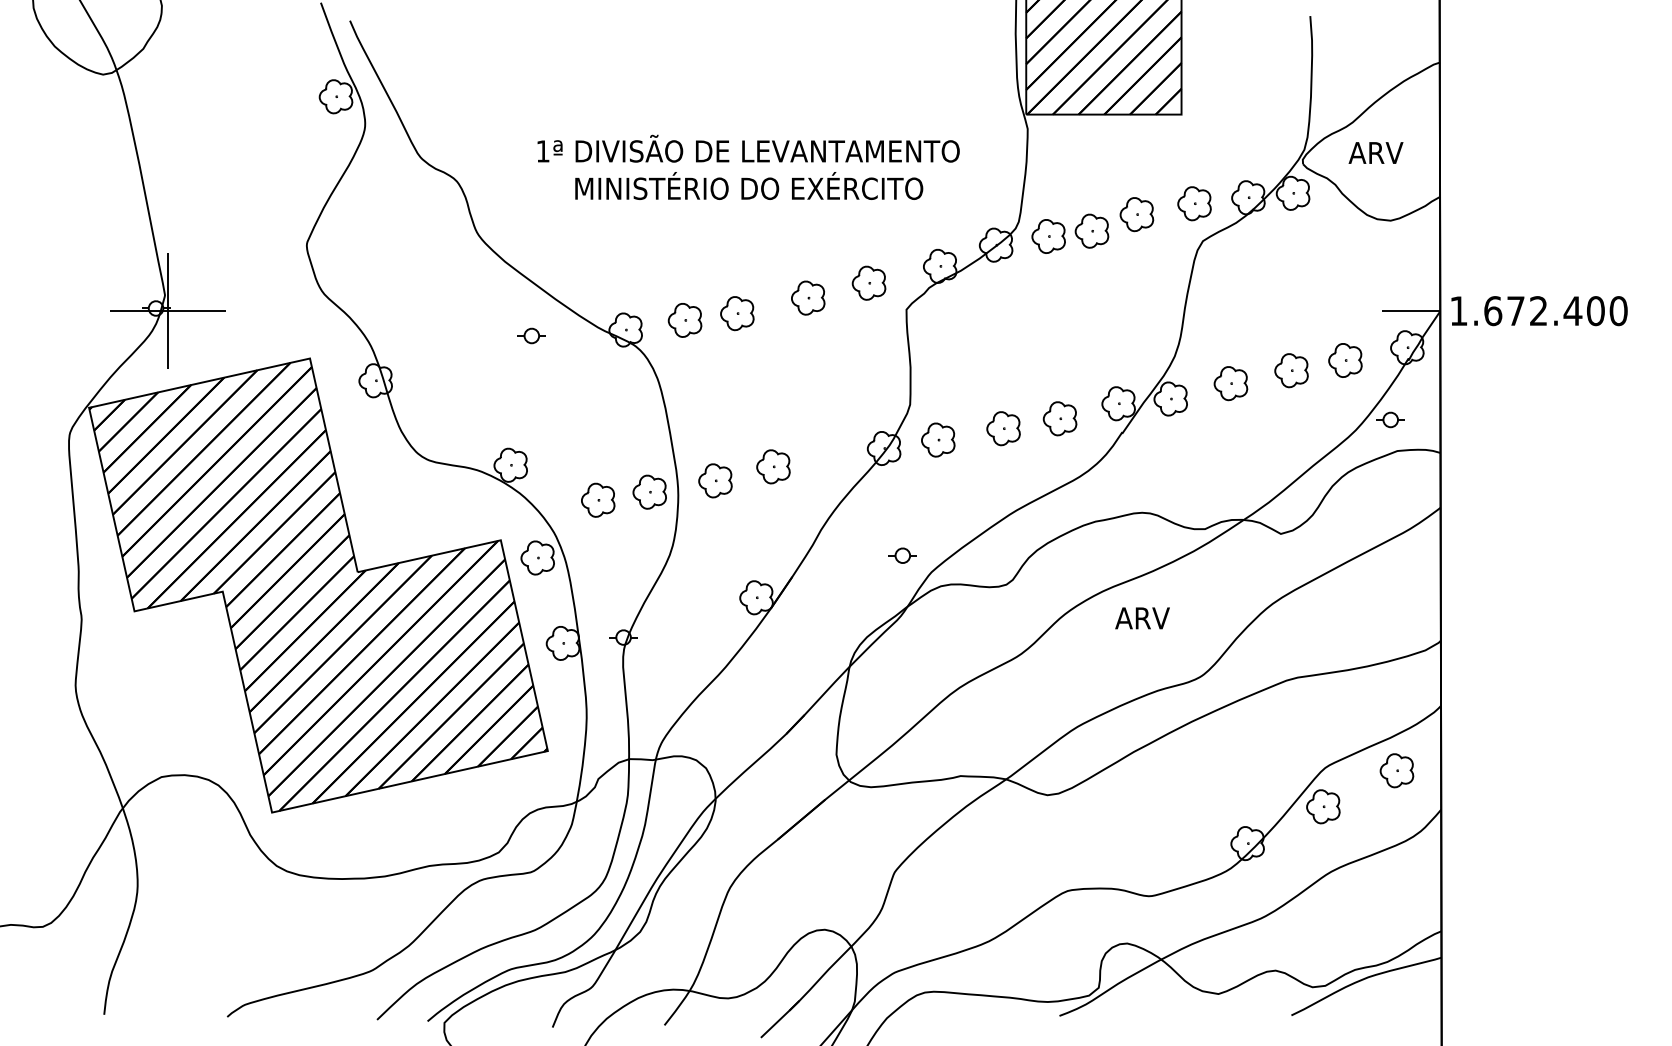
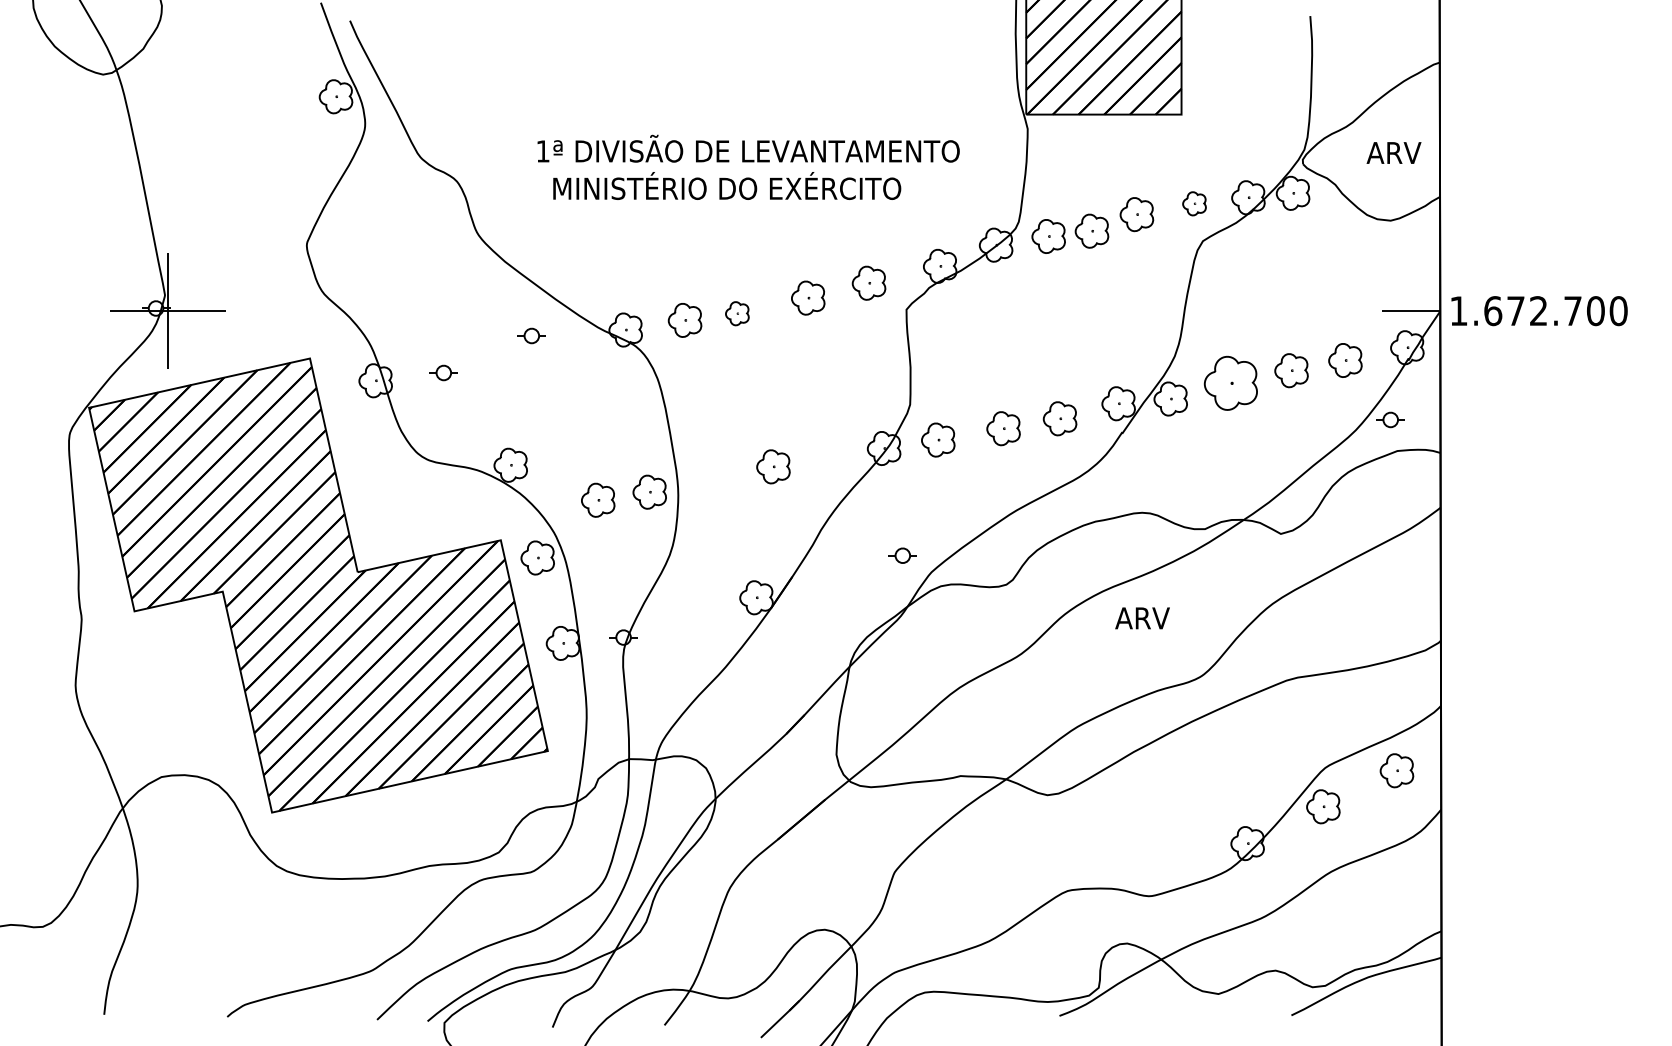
text at (1375, 152) position: (1375, 152) -> (1393, 152)
text at (749, 185) position: (749, 185) -> (727, 185)
part at (1194, 203) size: 35x36 px -> 25x26 px
text at (1572, 310): 1.672.400 -> 1.672.700
part at (737, 313) size: 35x36 px -> 25x26 px
part at (443, 372): none -> present
part at (1230, 383) size: 36x36 px -> 55x56 px
part at (715, 480): present -> none
